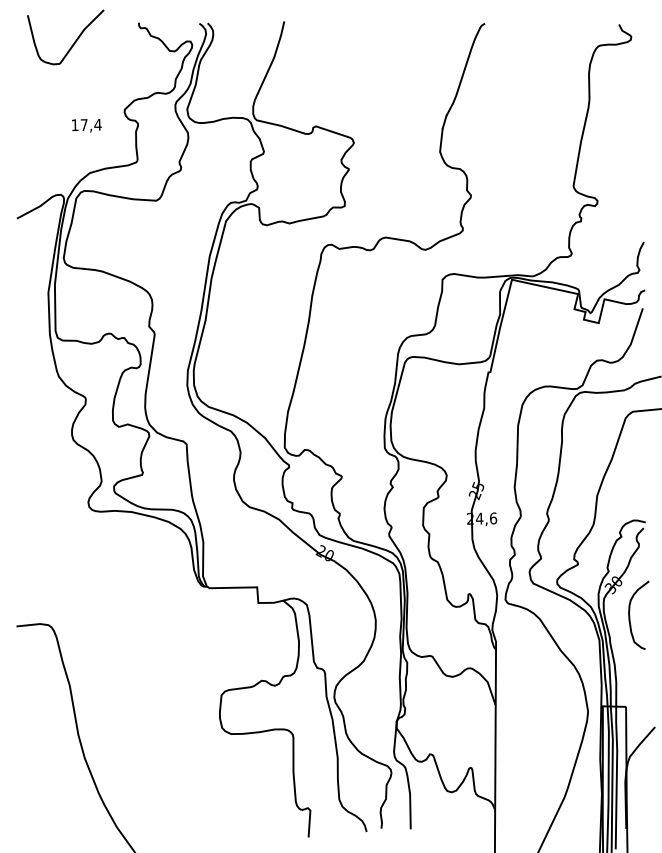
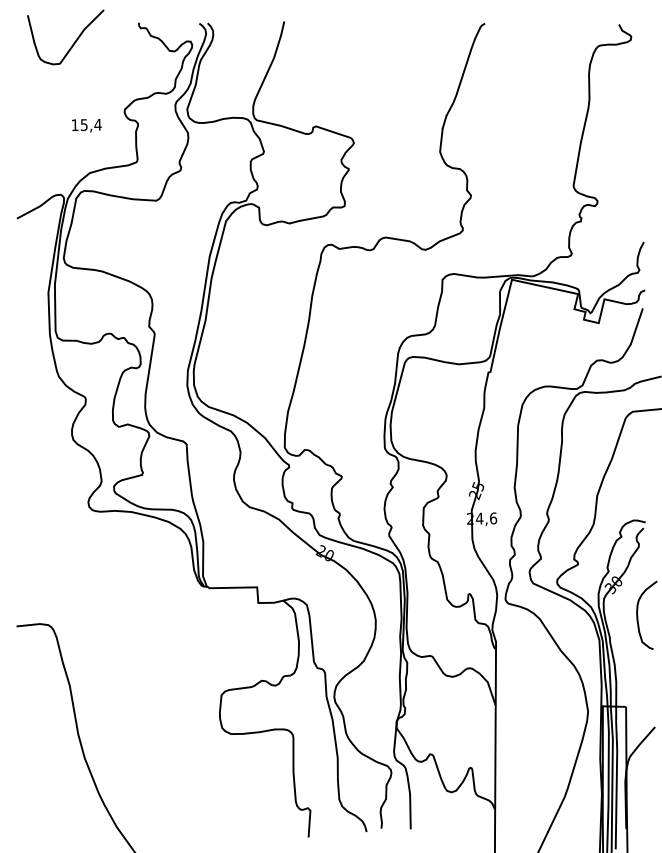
text at (83, 125): 17,4 -> 15,4
curve at (630, 615) position: (630, 615) -> (638, 615)
